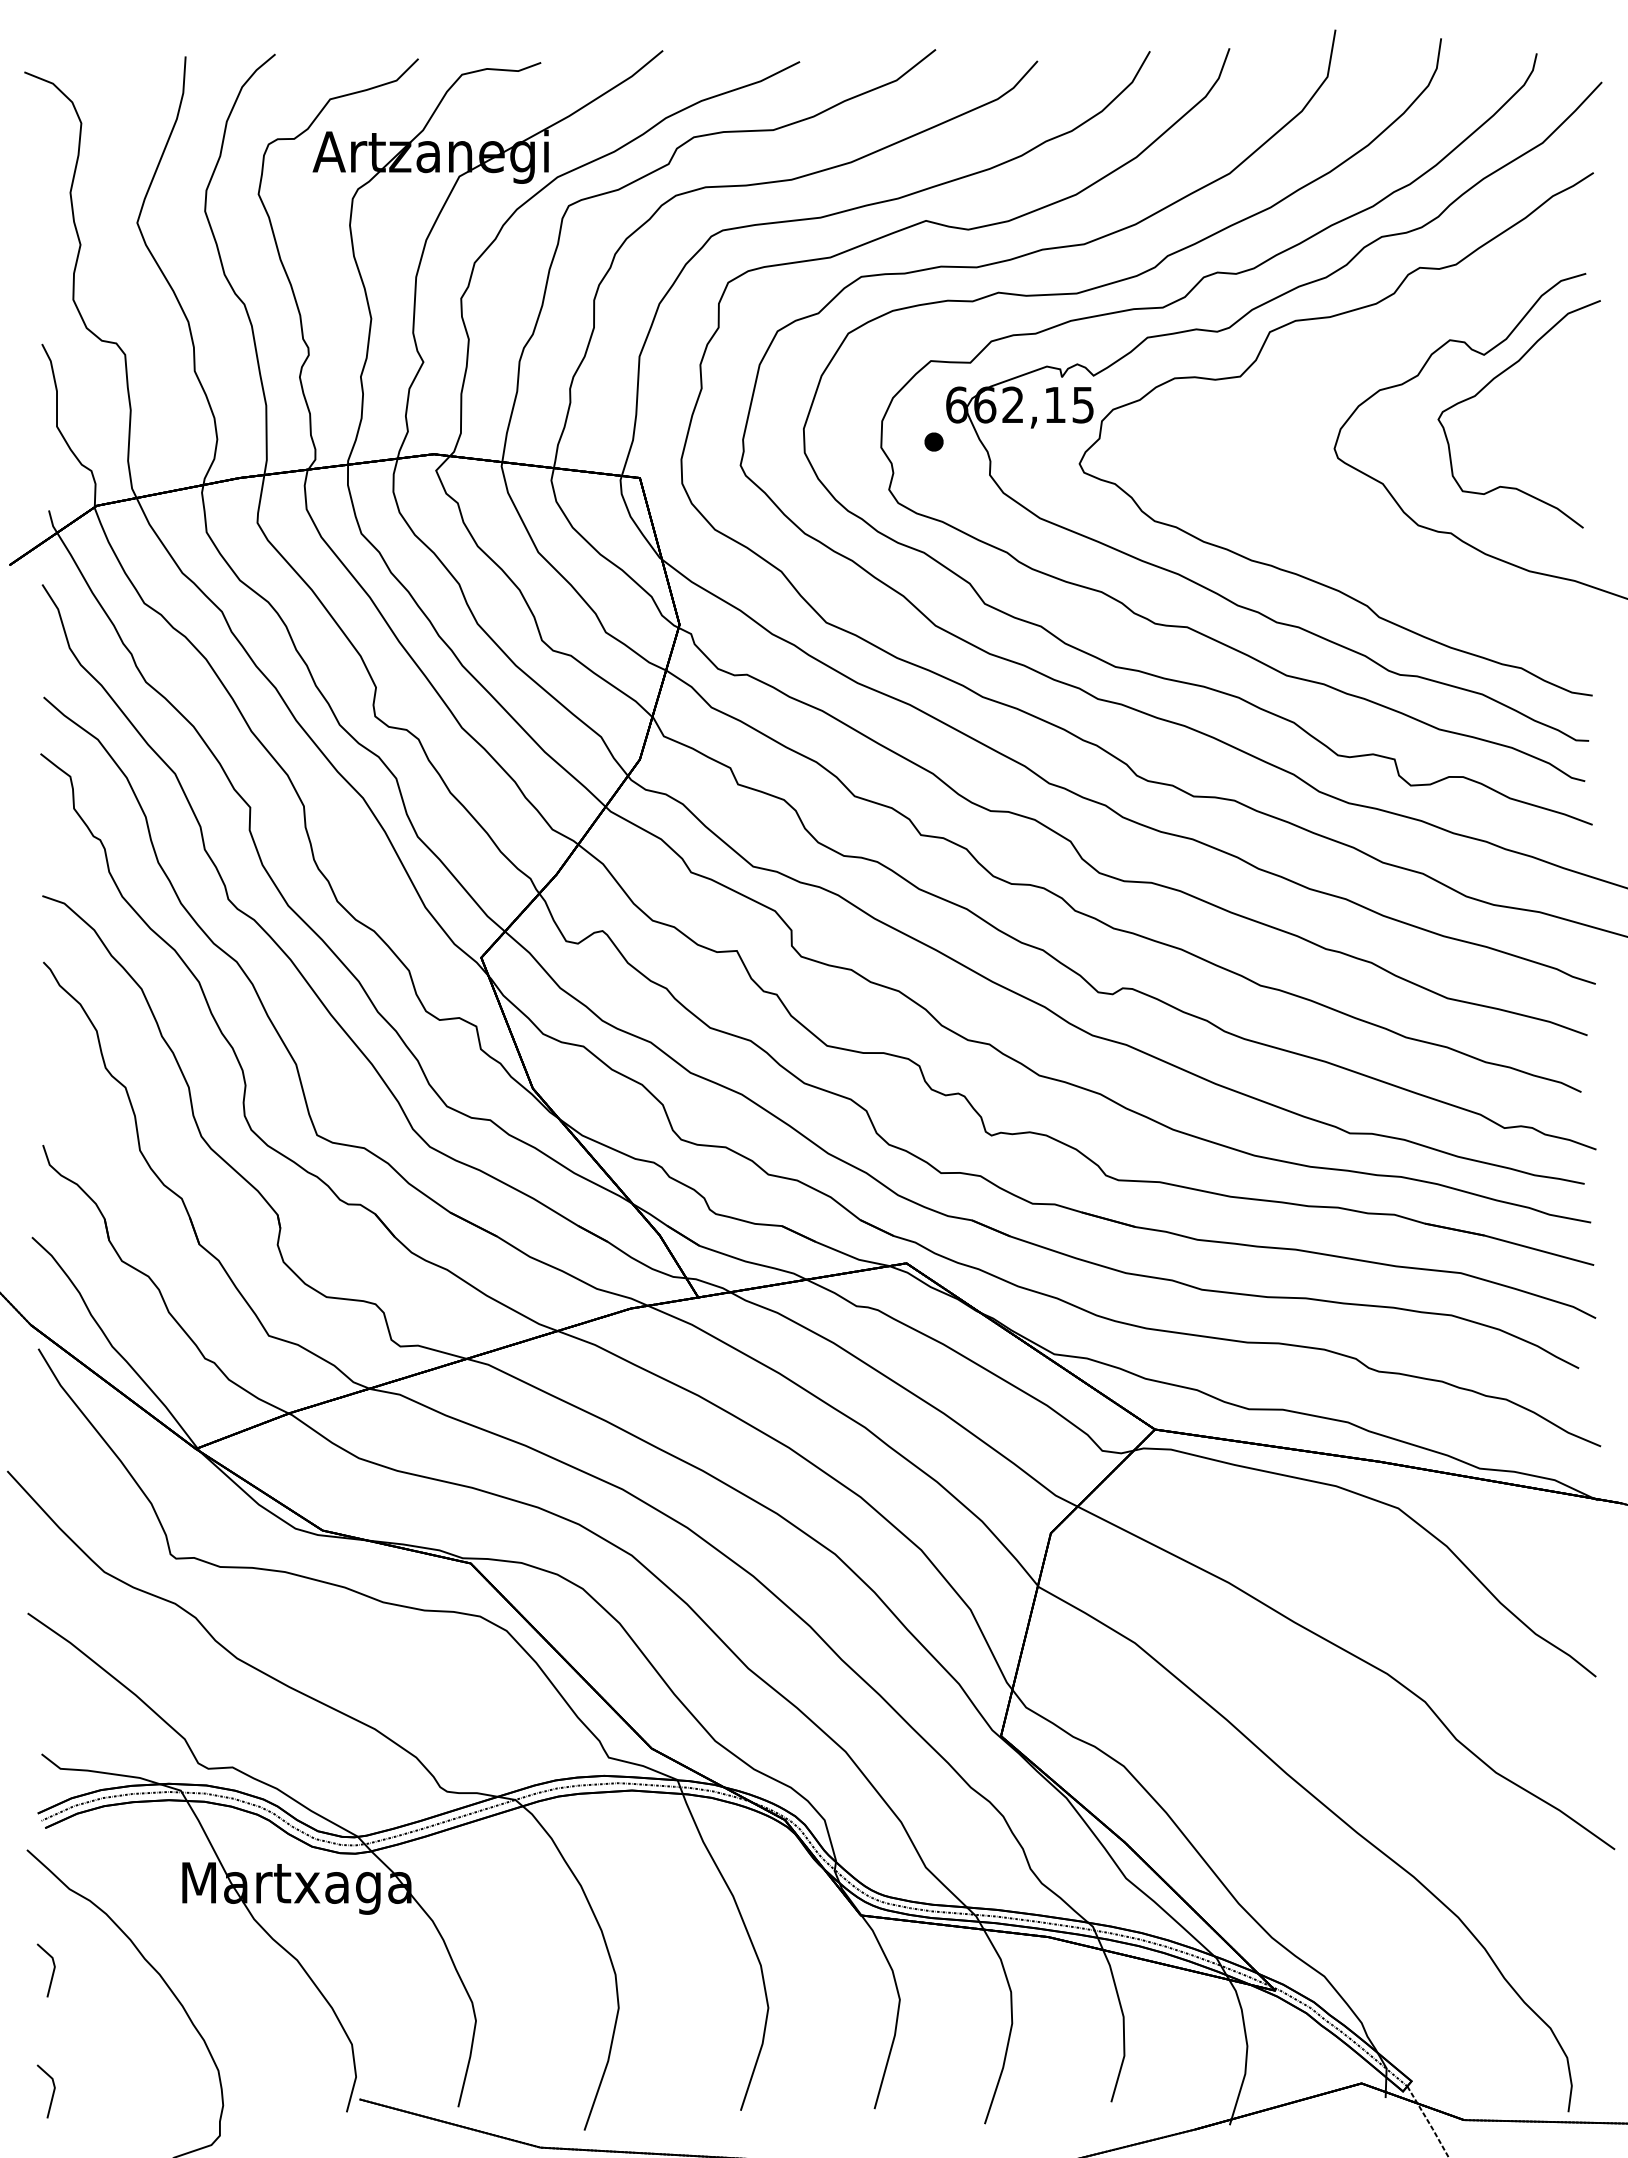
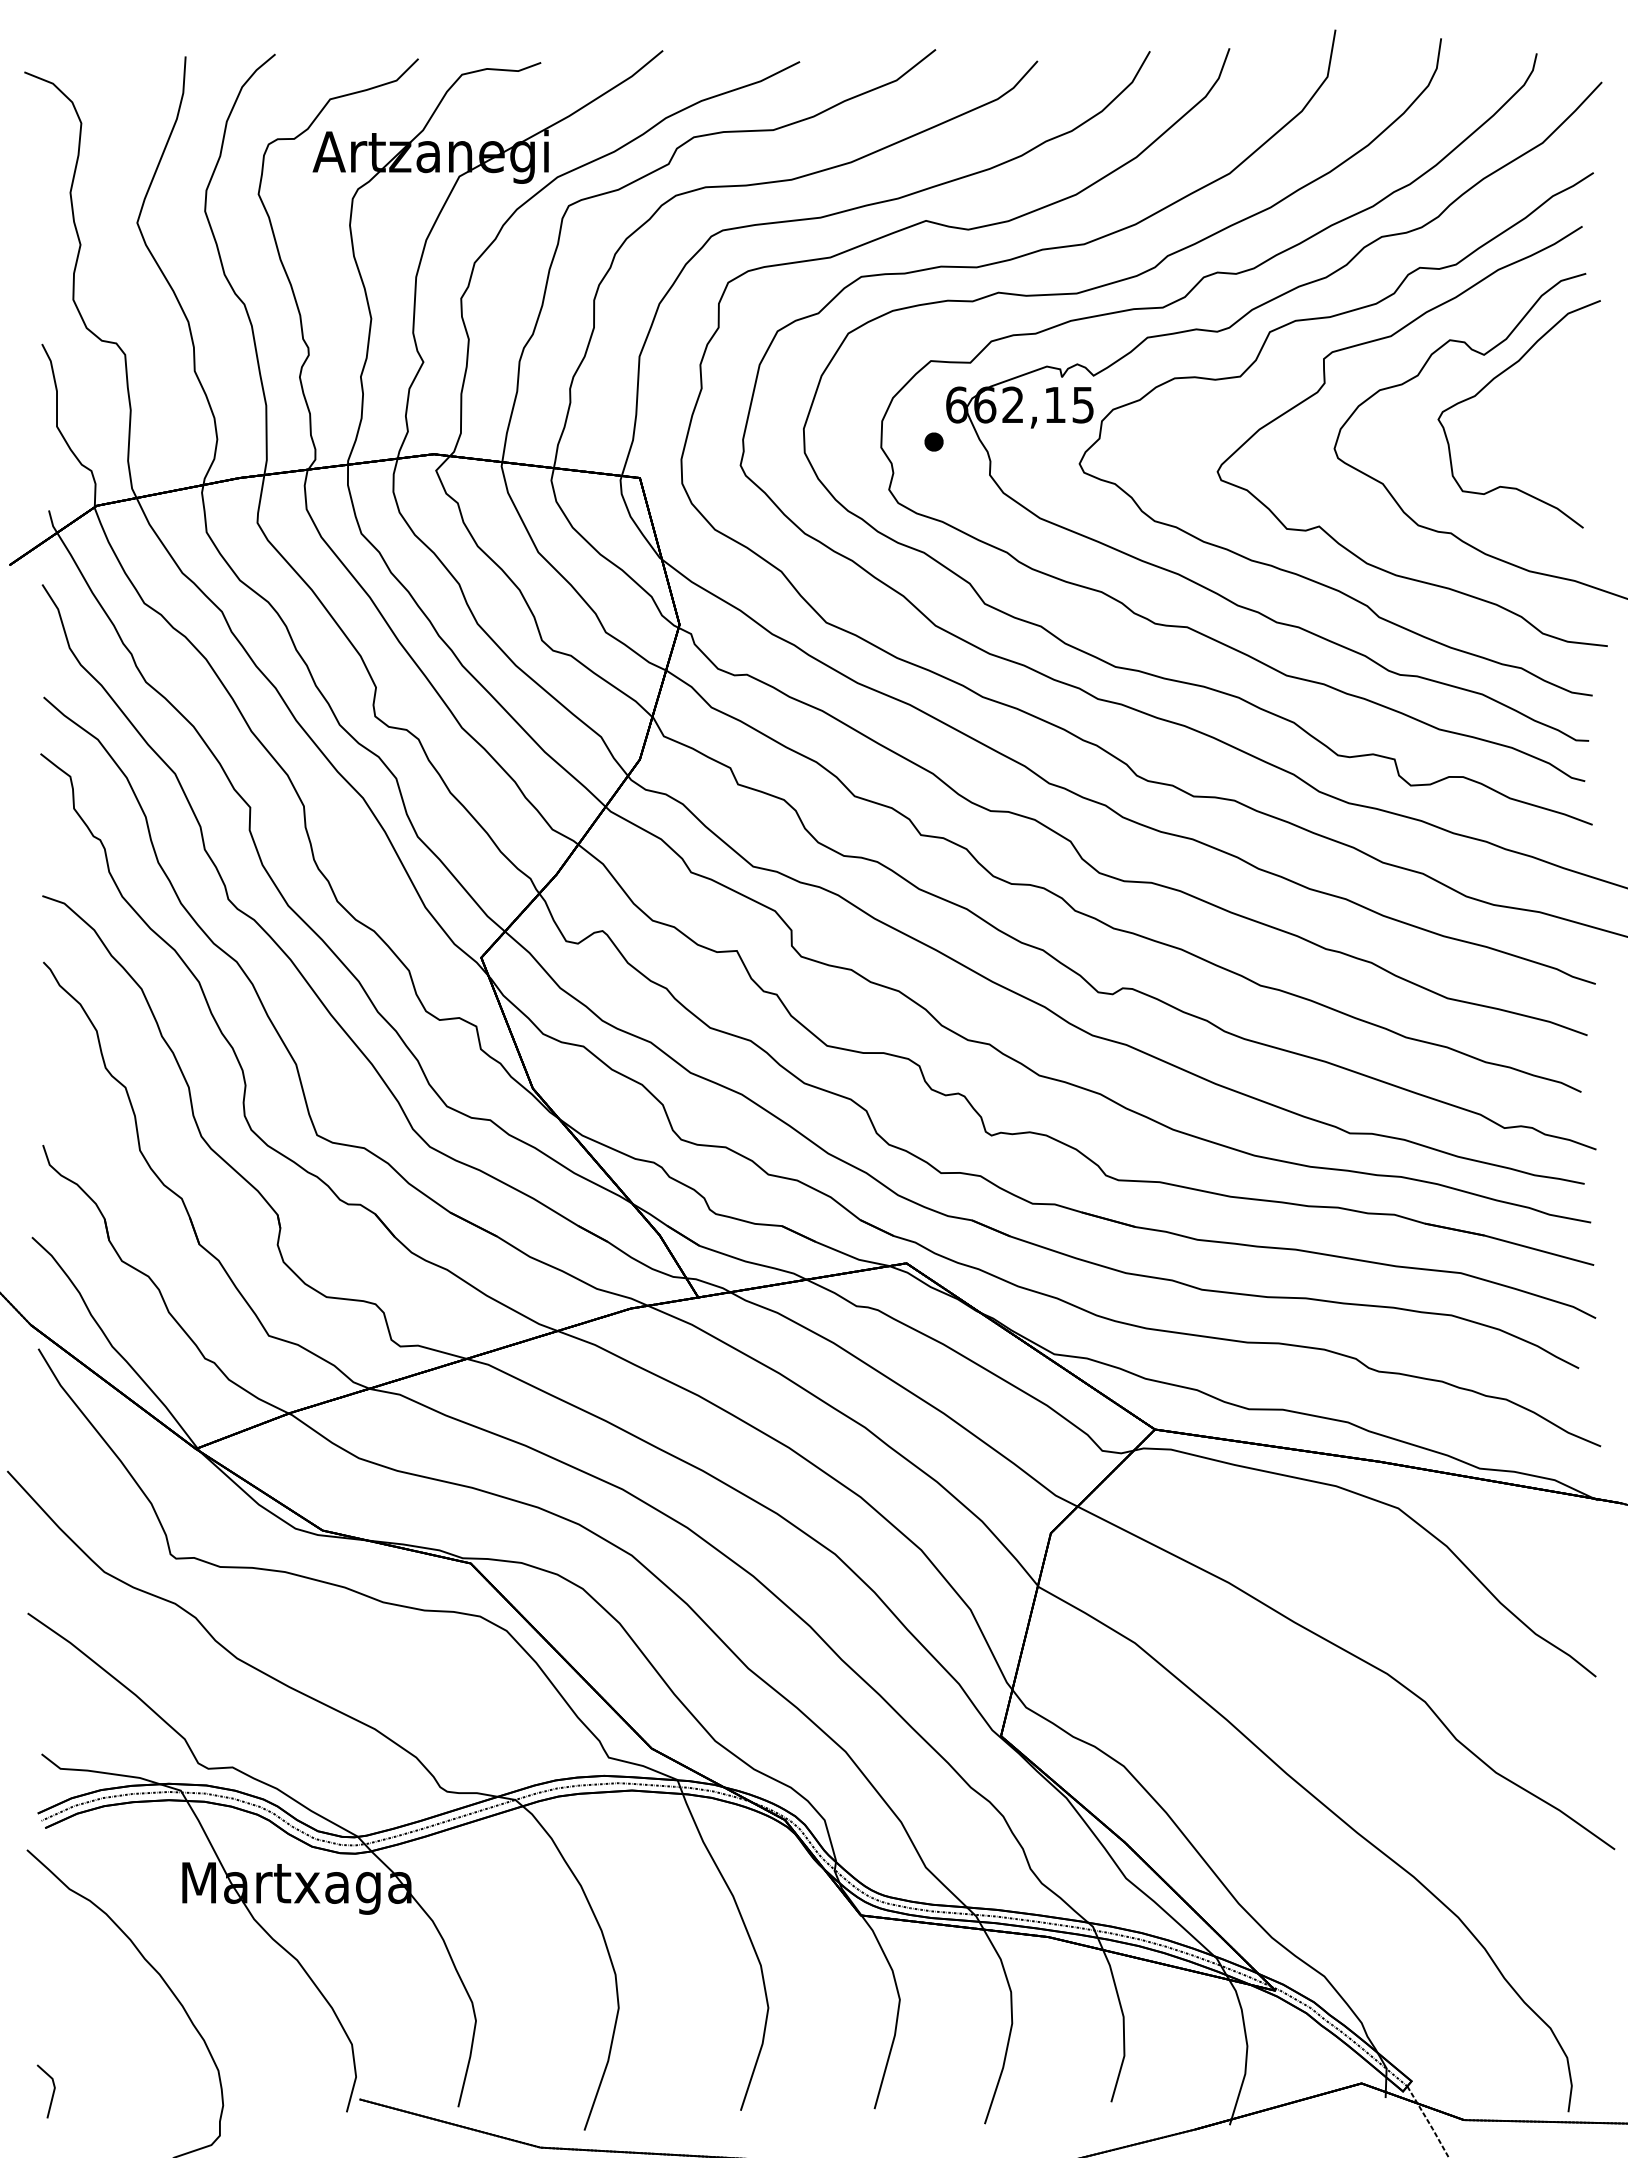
part at (1324, 385): none -> present
line at (52, 1971): present -> none
